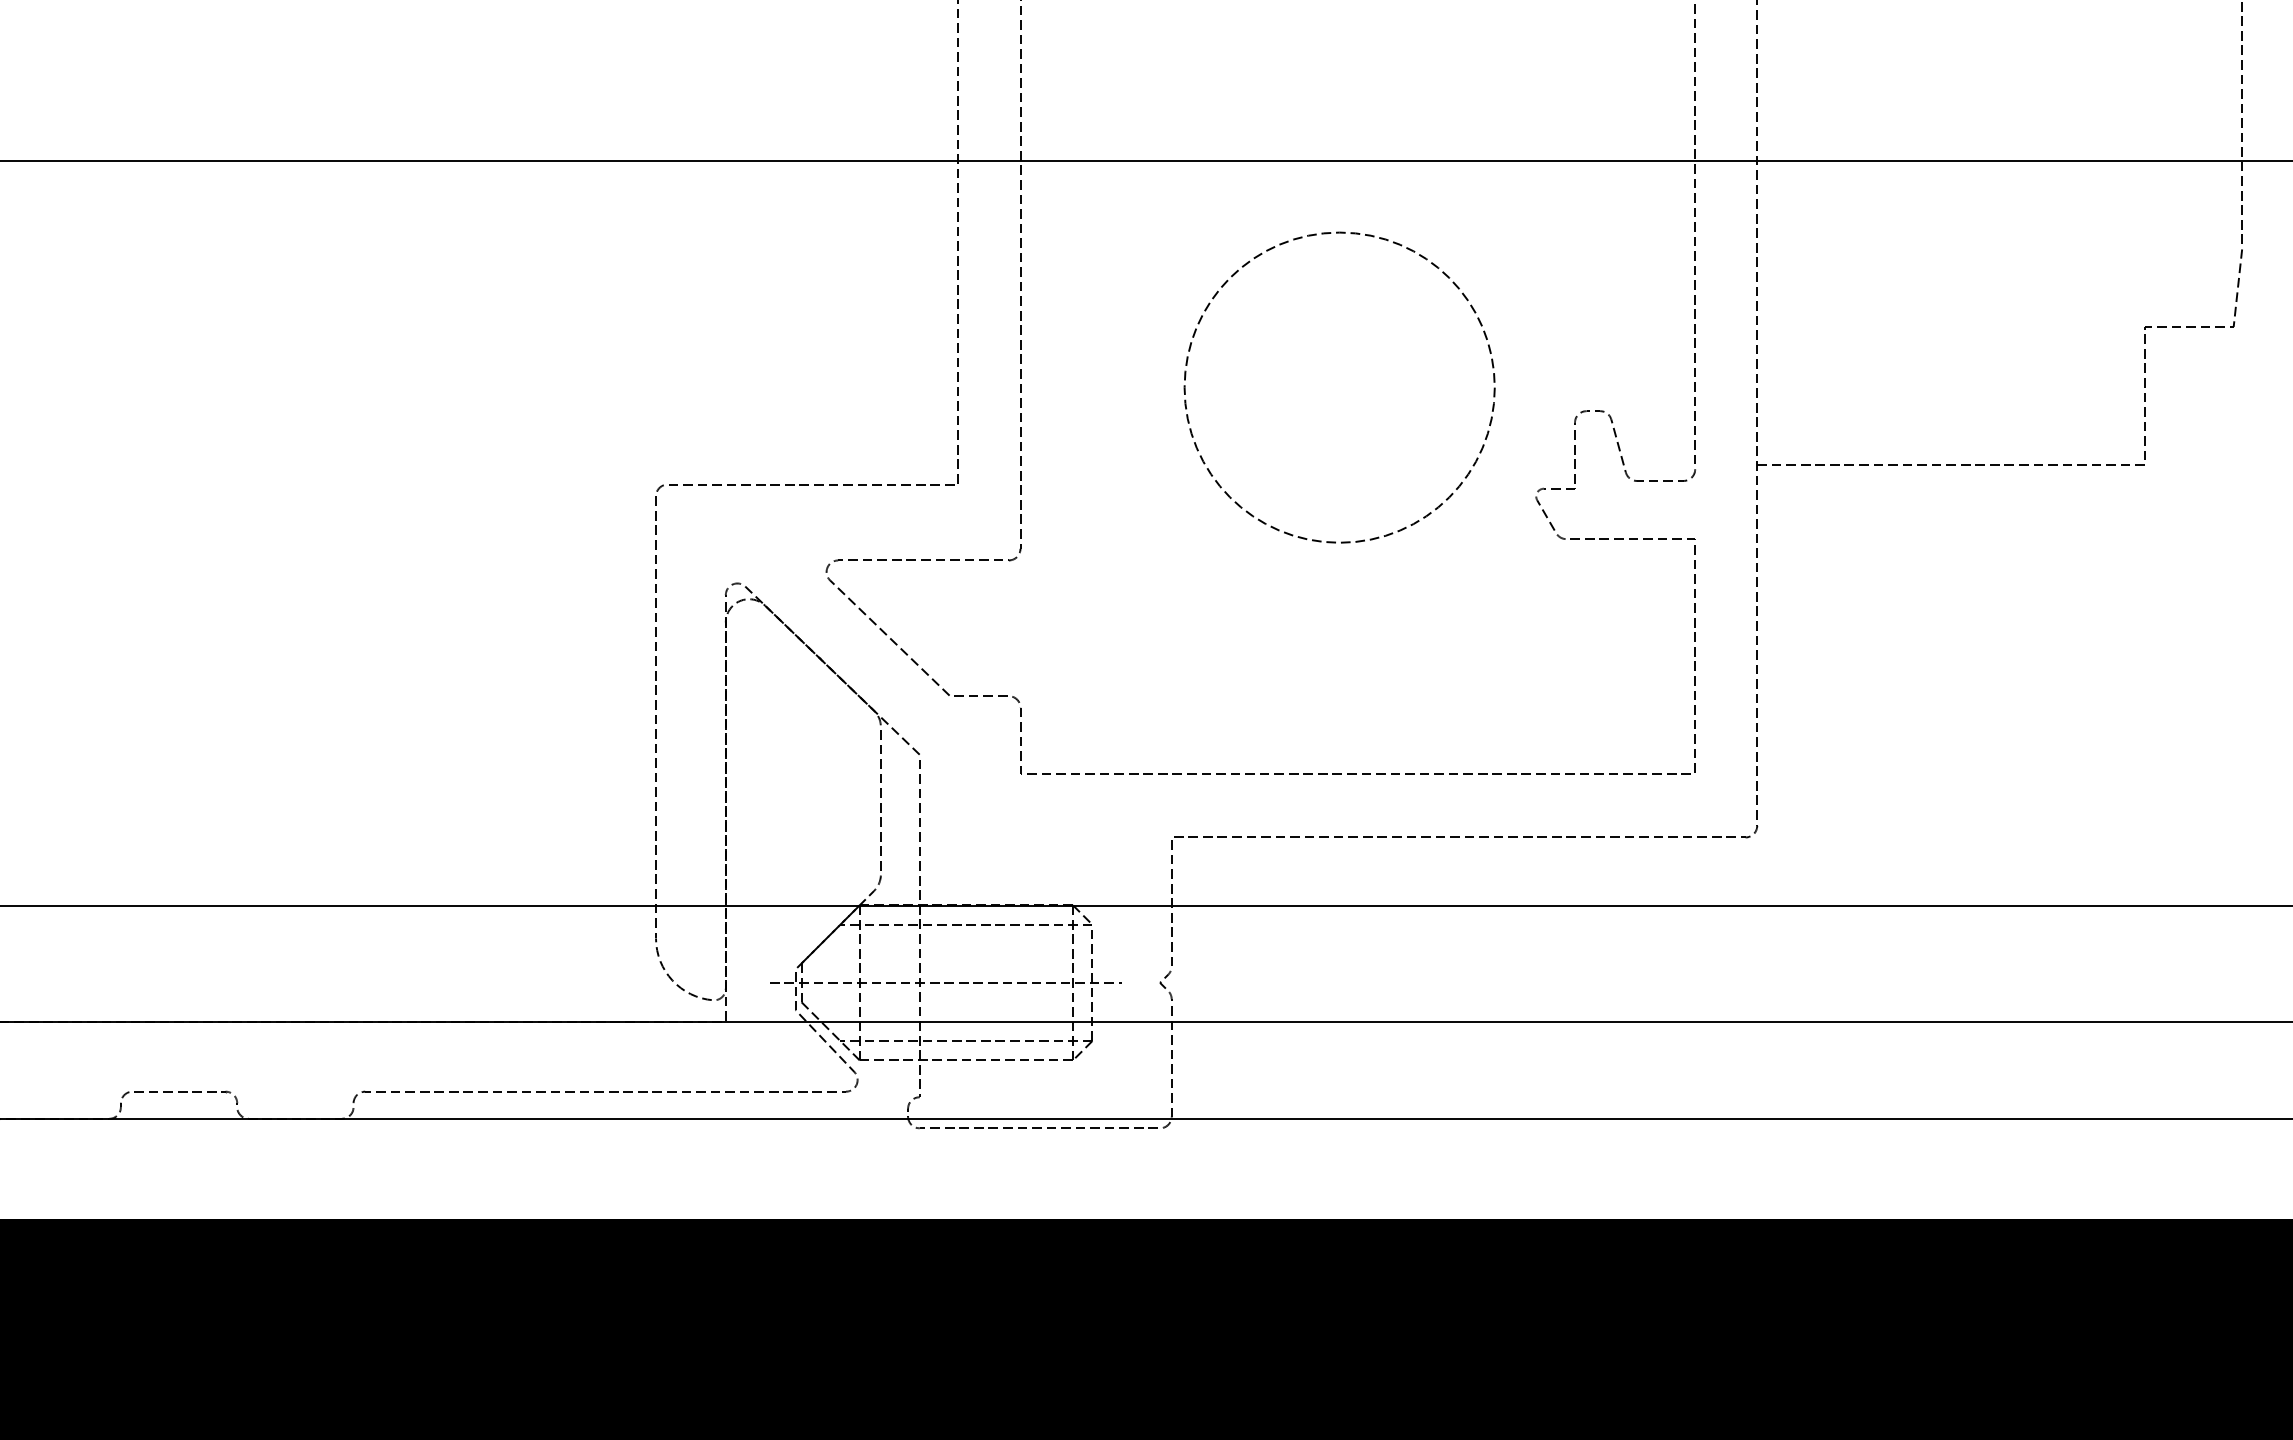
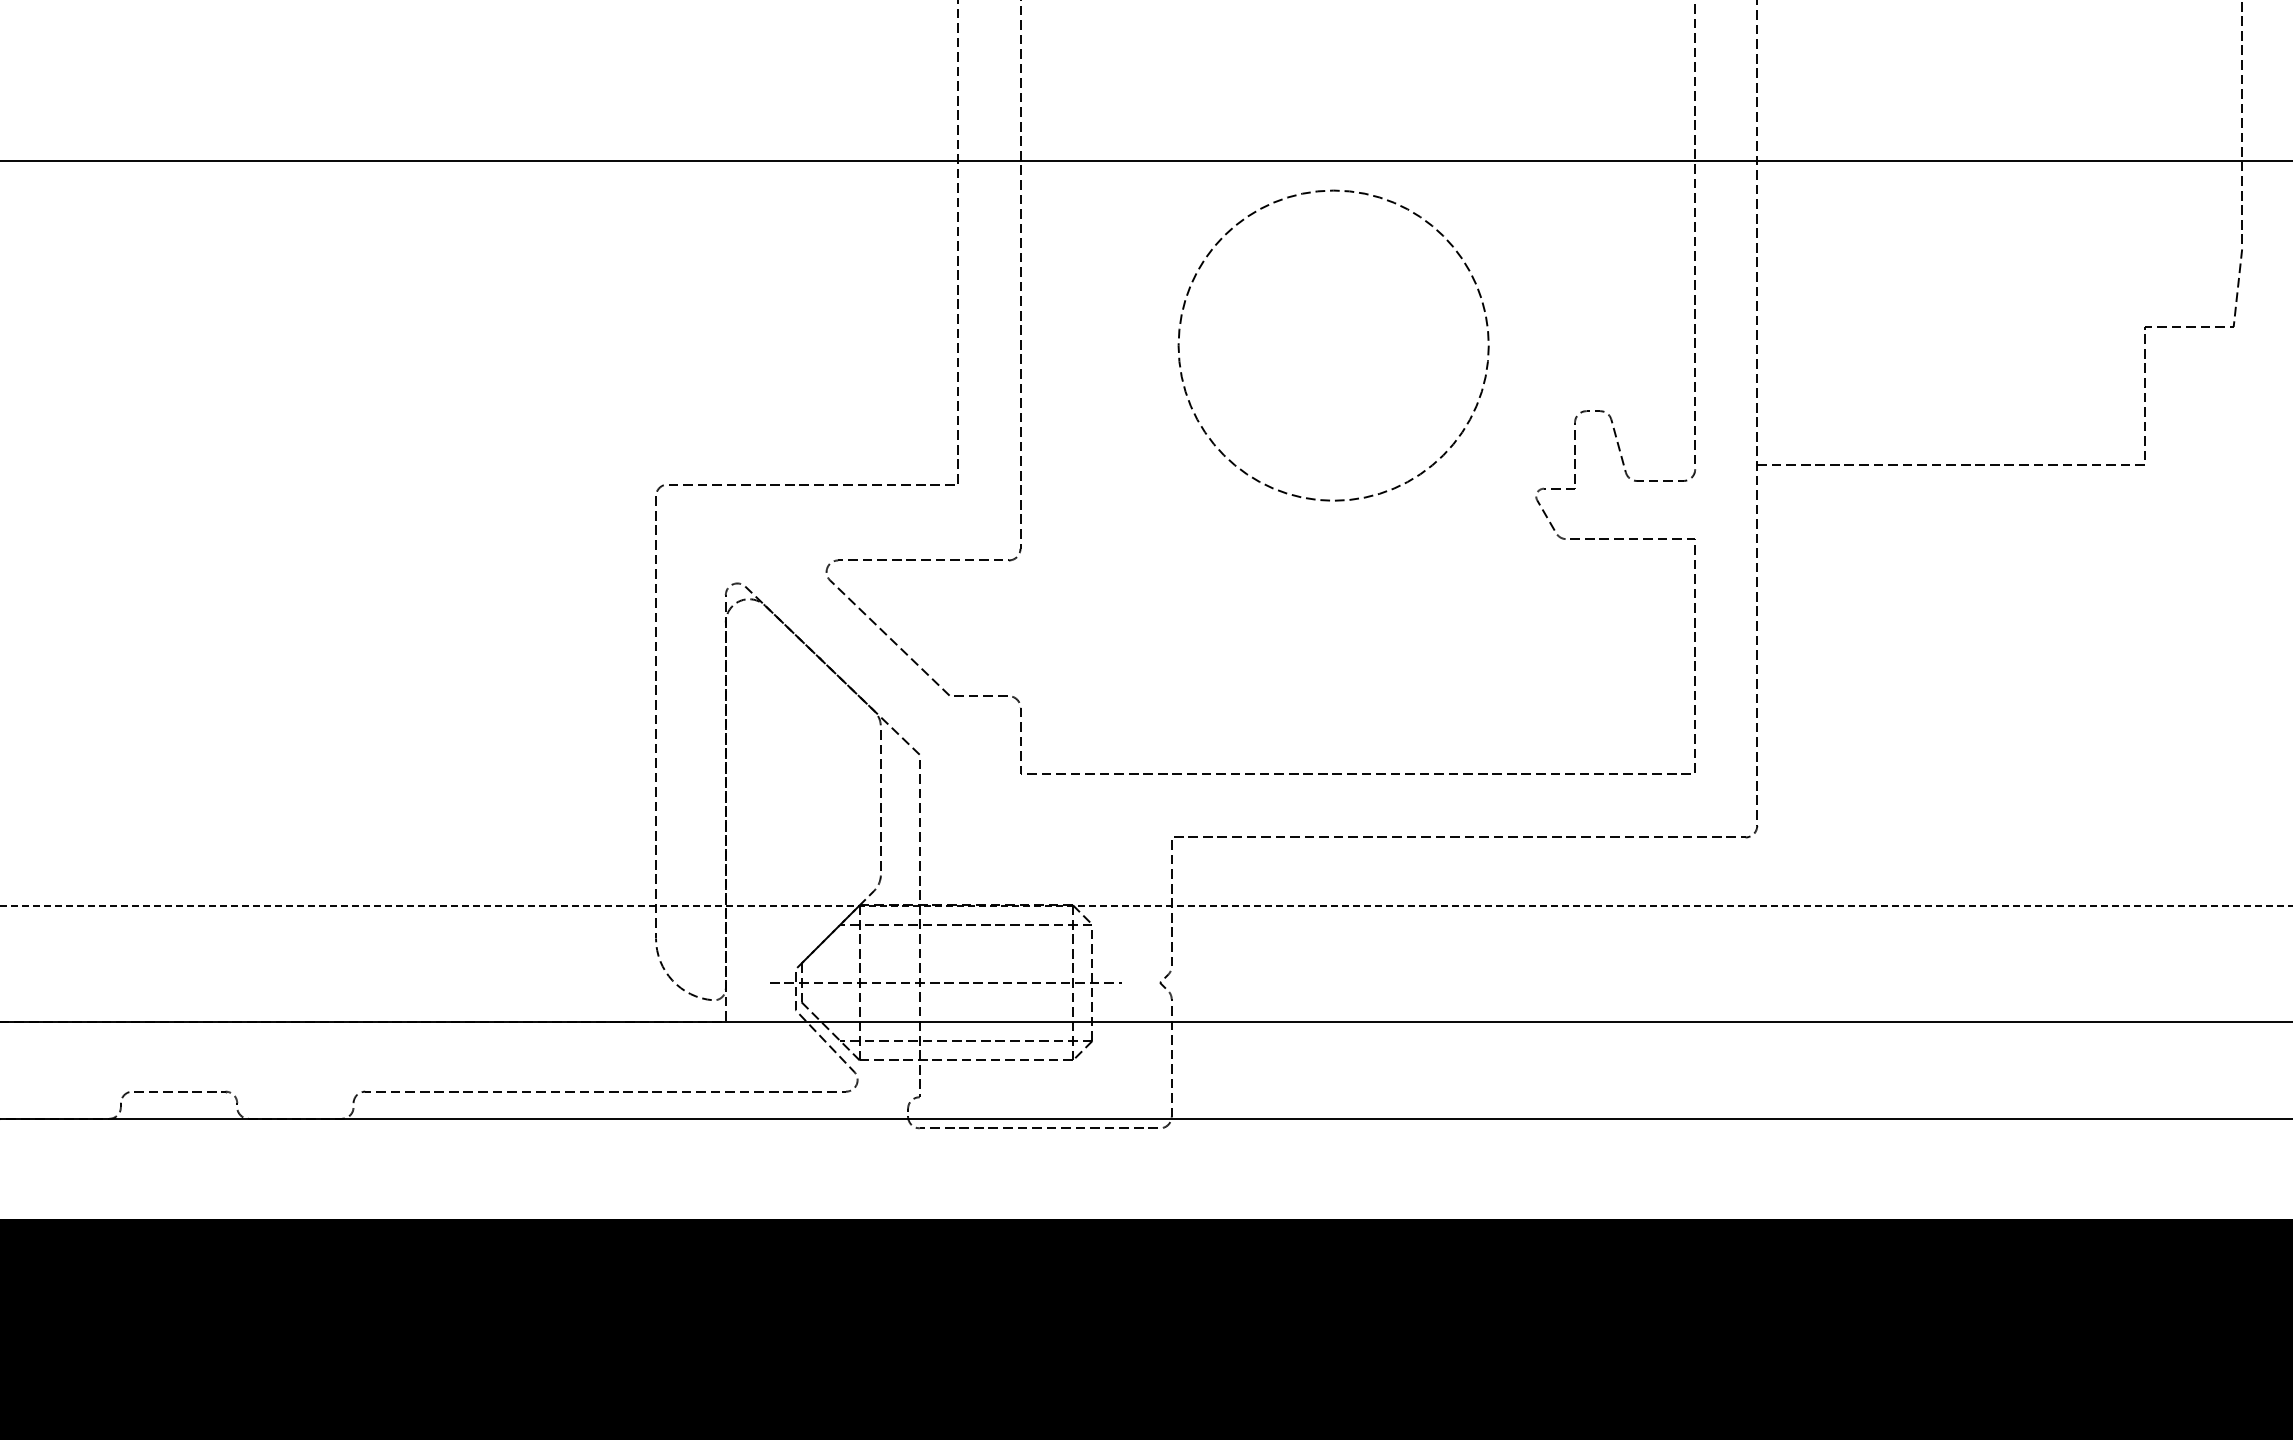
circle at (1339, 387) position: (1339, 387) -> (1333, 345)
line at (1146, 905): solid -> dashed
